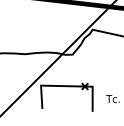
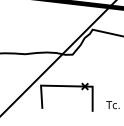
text at (112, 99) position: (112, 99) -> (112, 105)
